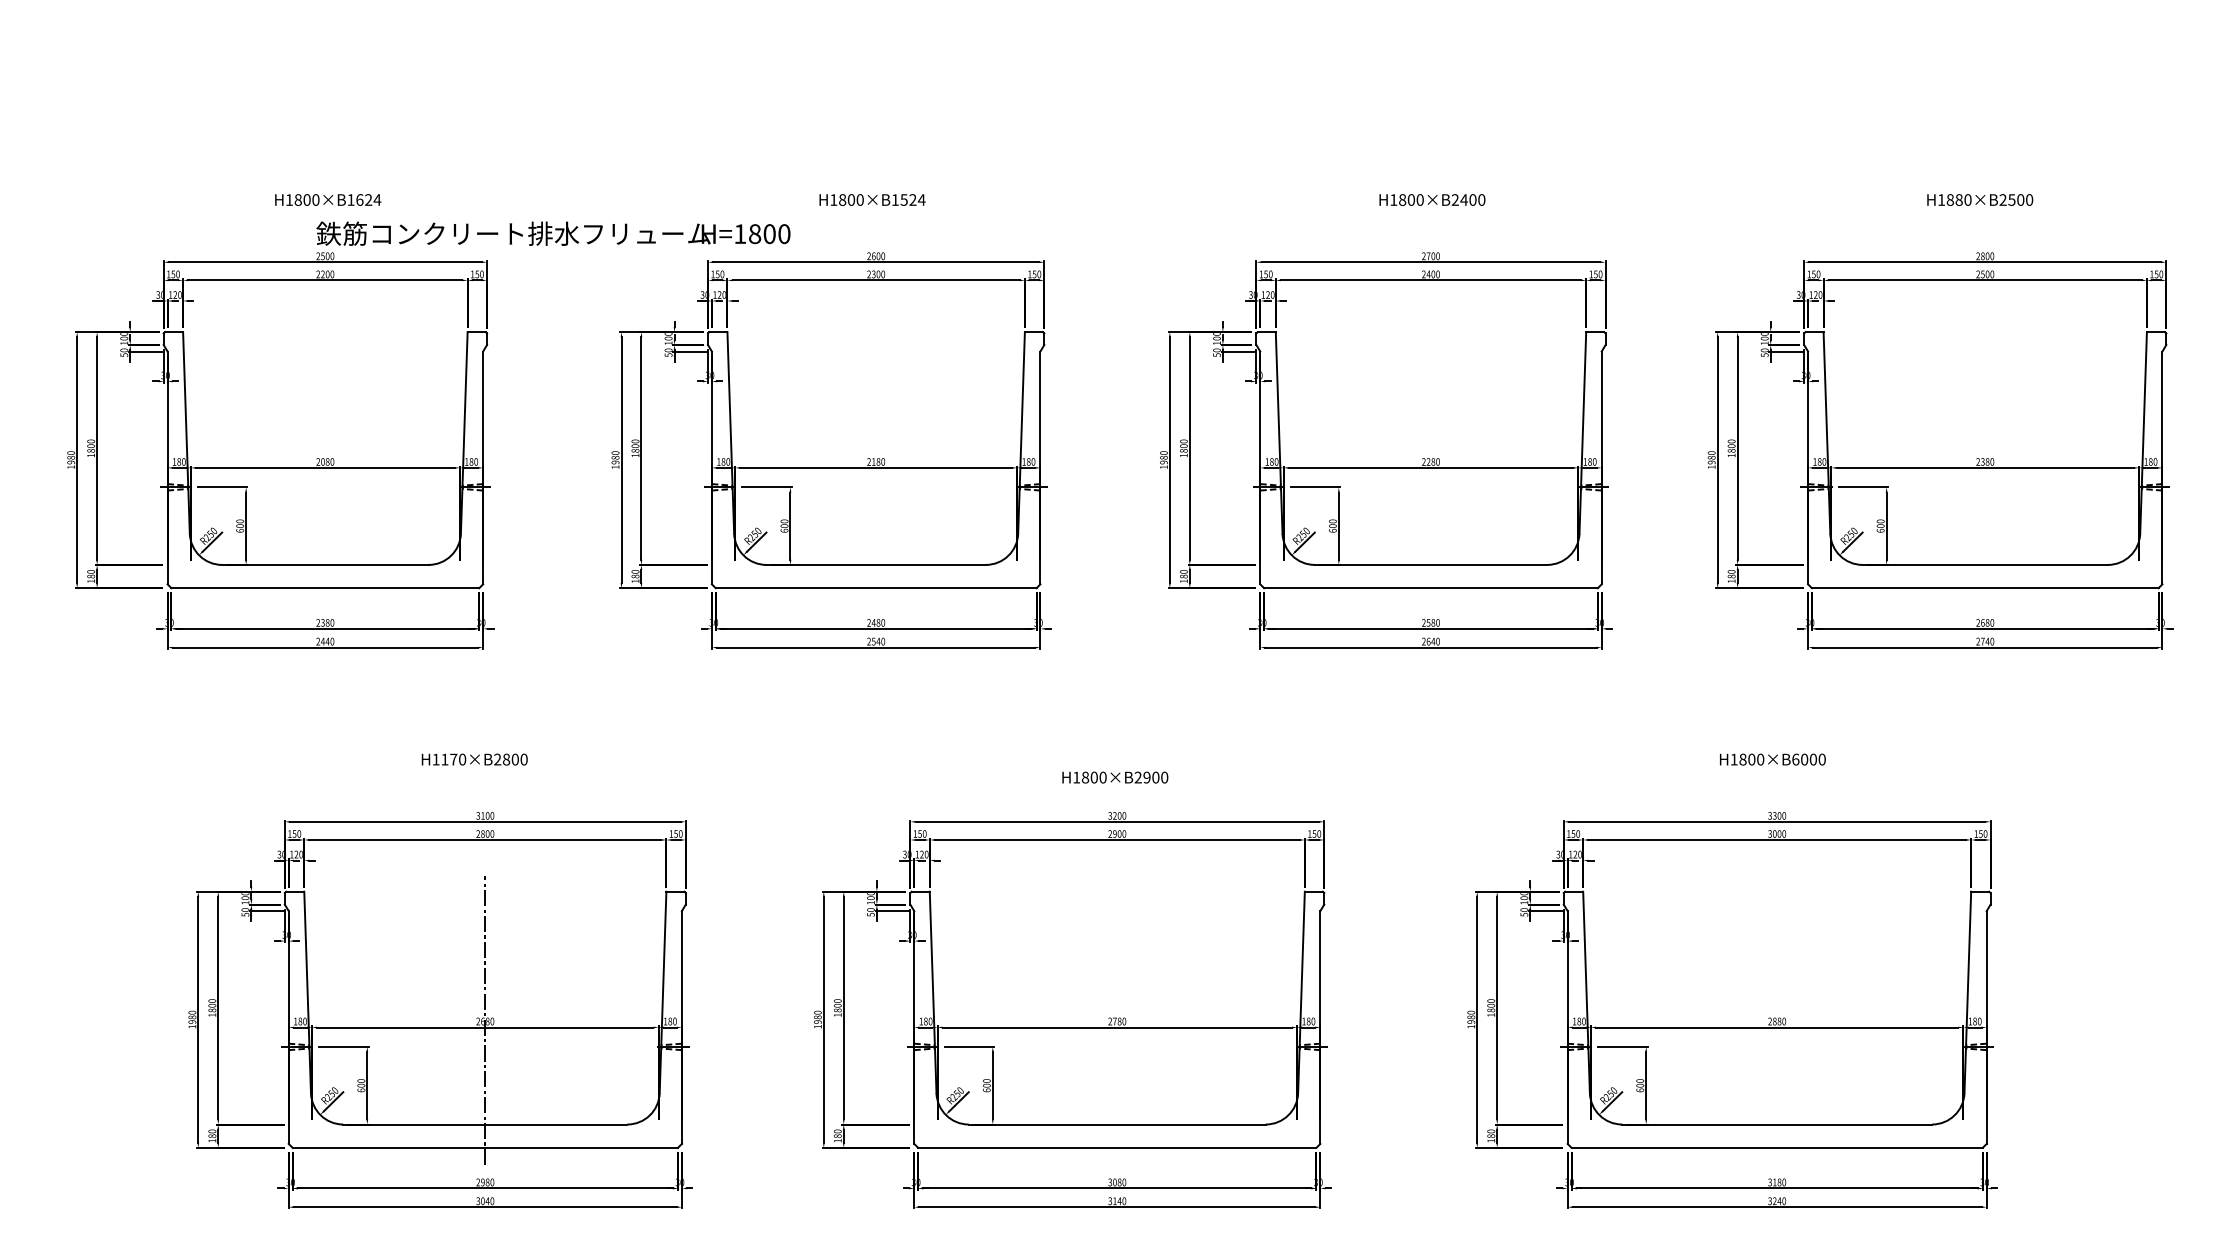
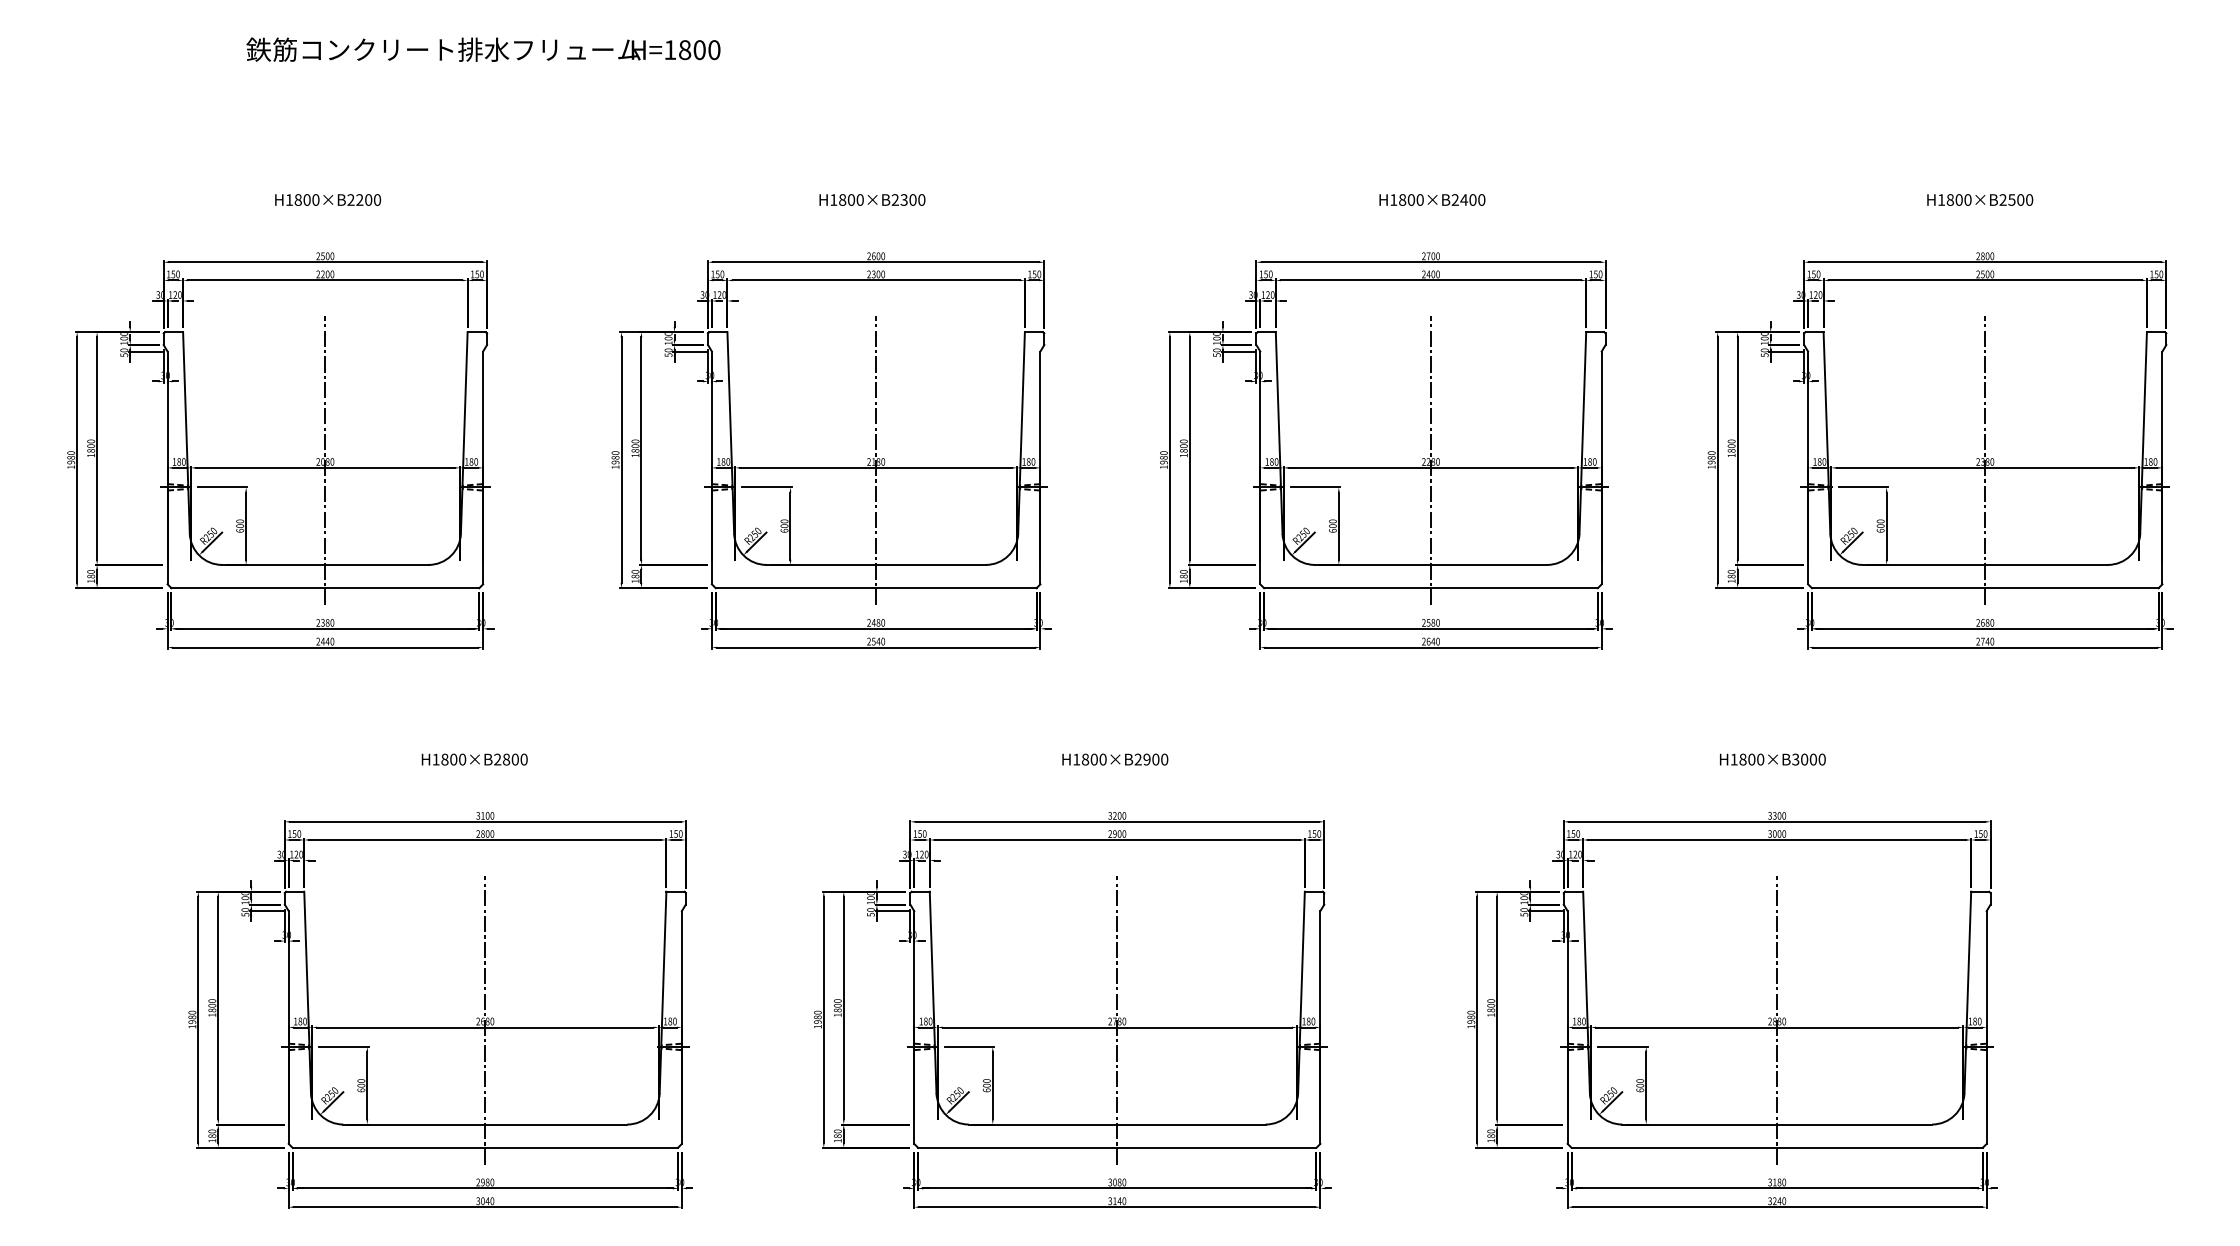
text at (364, 199): H1800×B1624 -> H1800×B2200
text at (908, 199): H1800×B1524 -> H1800×B2300
text at (1958, 199): H1880×B2500 -> H1800×B2500
text at (553, 233) position: (553, 233) -> (483, 49)
line at (325, 460): none -> present
line at (876, 460): none -> present
line at (1431, 460): none -> present
line at (1985, 460): none -> present
text at (449, 759): H1170×B2800 -> H1800×B2800
text at (1795, 759): H1800×B6000 -> H1800×B3000
text at (1115, 777) position: (1115, 777) -> (1115, 759)
line at (1117, 1020): none -> present
line at (1777, 1020): none -> present
